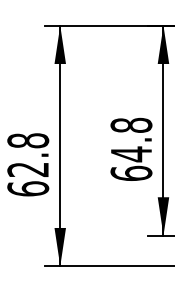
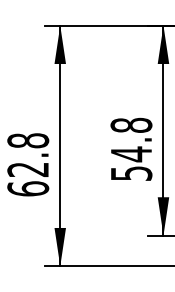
text at (131, 172): 64.8 -> 54.8
